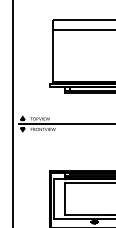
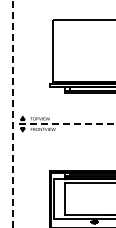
line at (82, 29): present -> none
line at (12, 114): solid -> dashed
line at (67, 124): solid -> dashed
